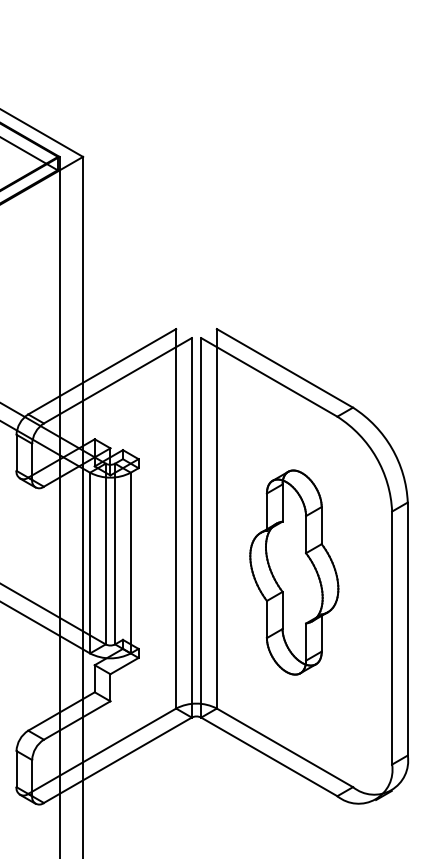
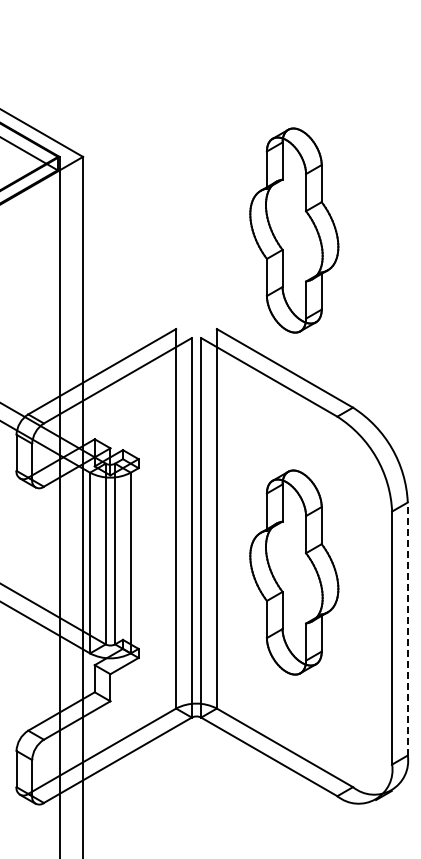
part at (294, 230): none -> present
line at (407, 629): solid -> dashed
